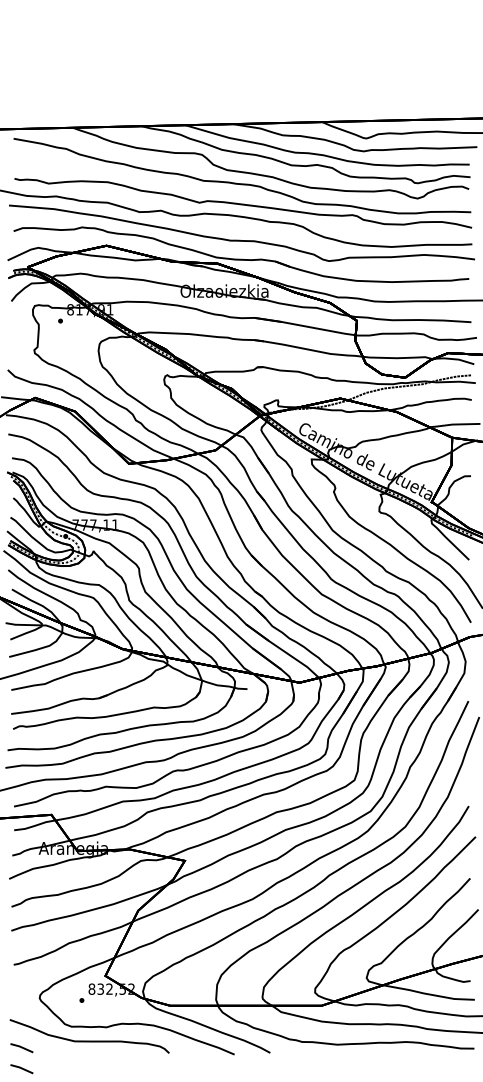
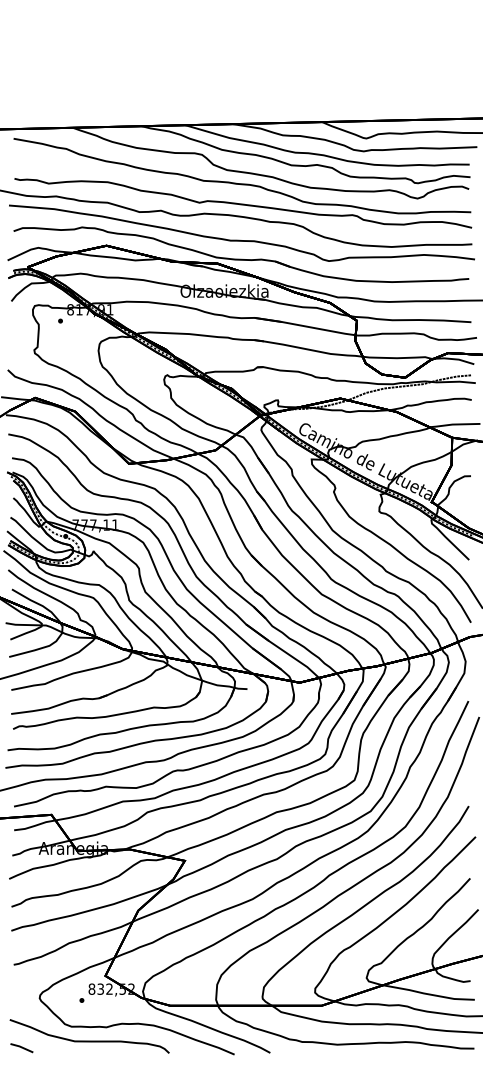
line at (21, 1069): present -> none
